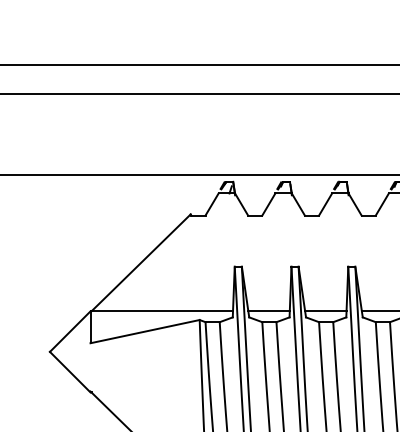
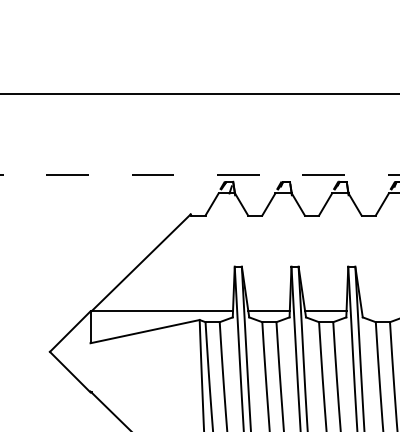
line at (199, 64): present -> none
line at (199, 174): solid -> dashed
line at (378, 311): present -> none
